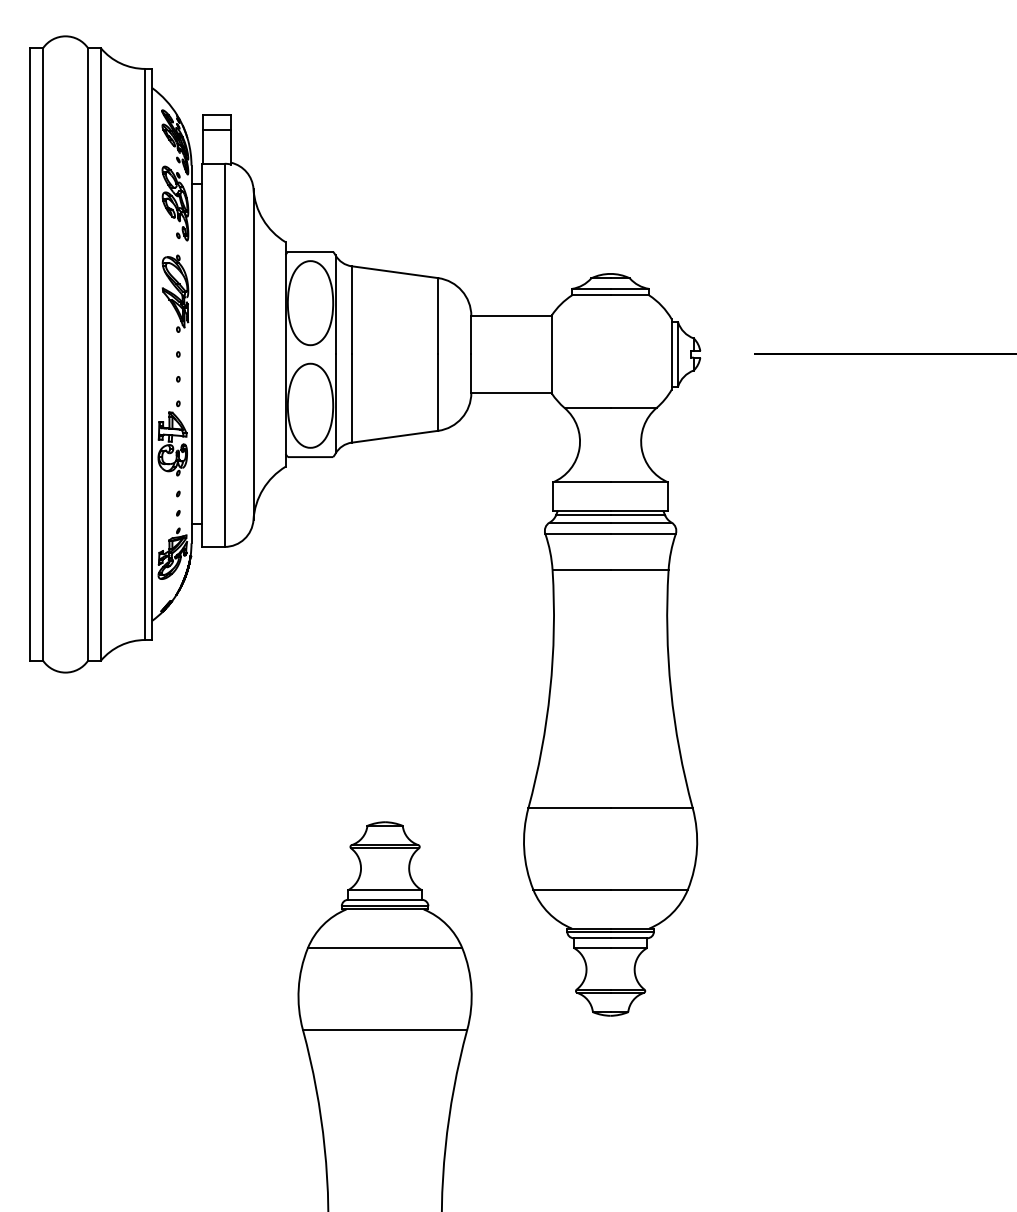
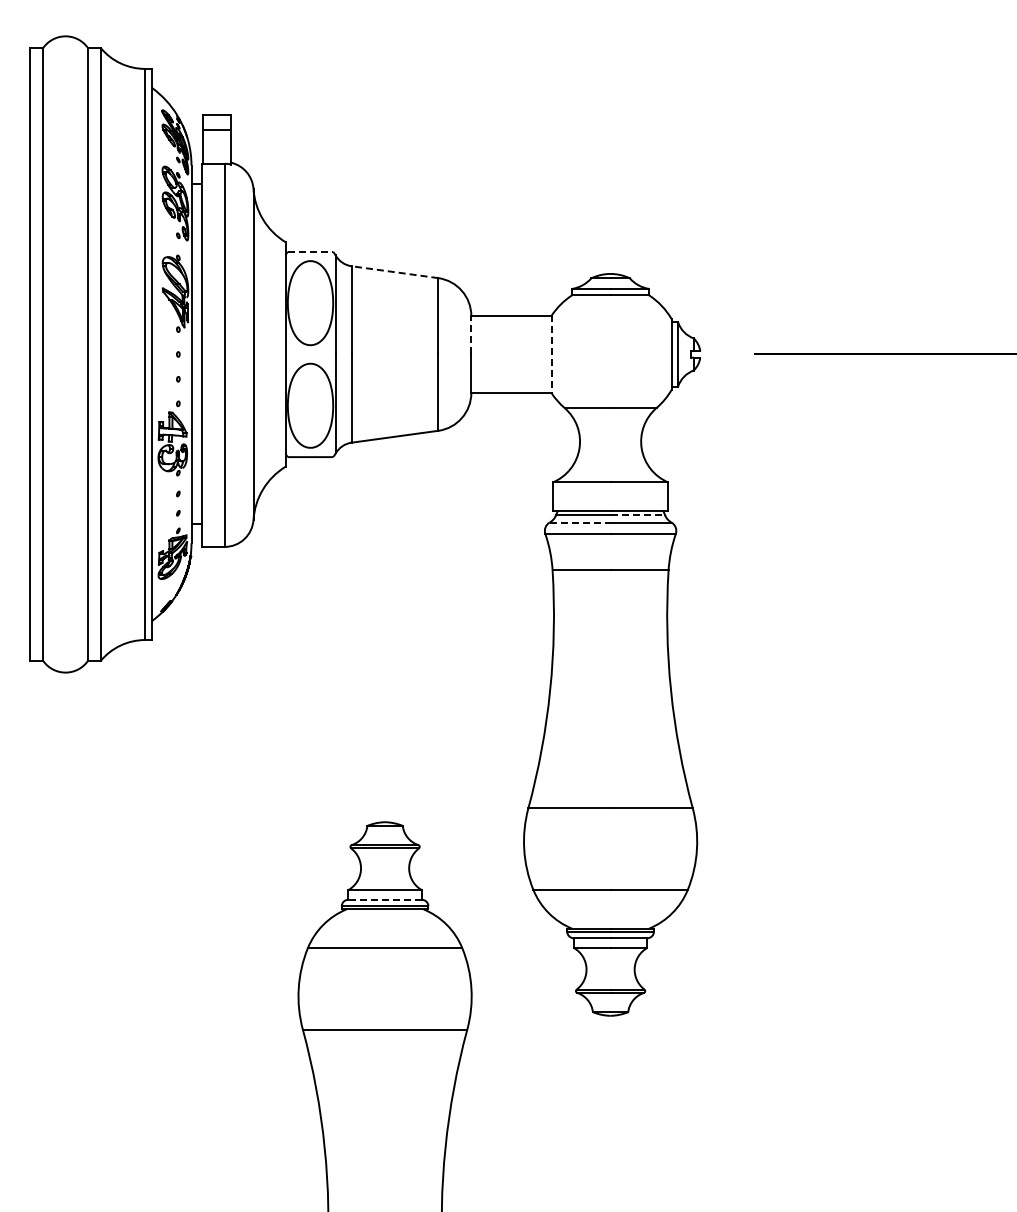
line at (310, 251): solid -> dashed
line at (395, 272): solid -> dashed
line at (471, 334): solid -> dashed
line at (551, 354): solid -> dashed
line at (638, 515): solid -> dashed
line at (580, 522): solid -> dashed
line at (385, 899): solid -> dashed
